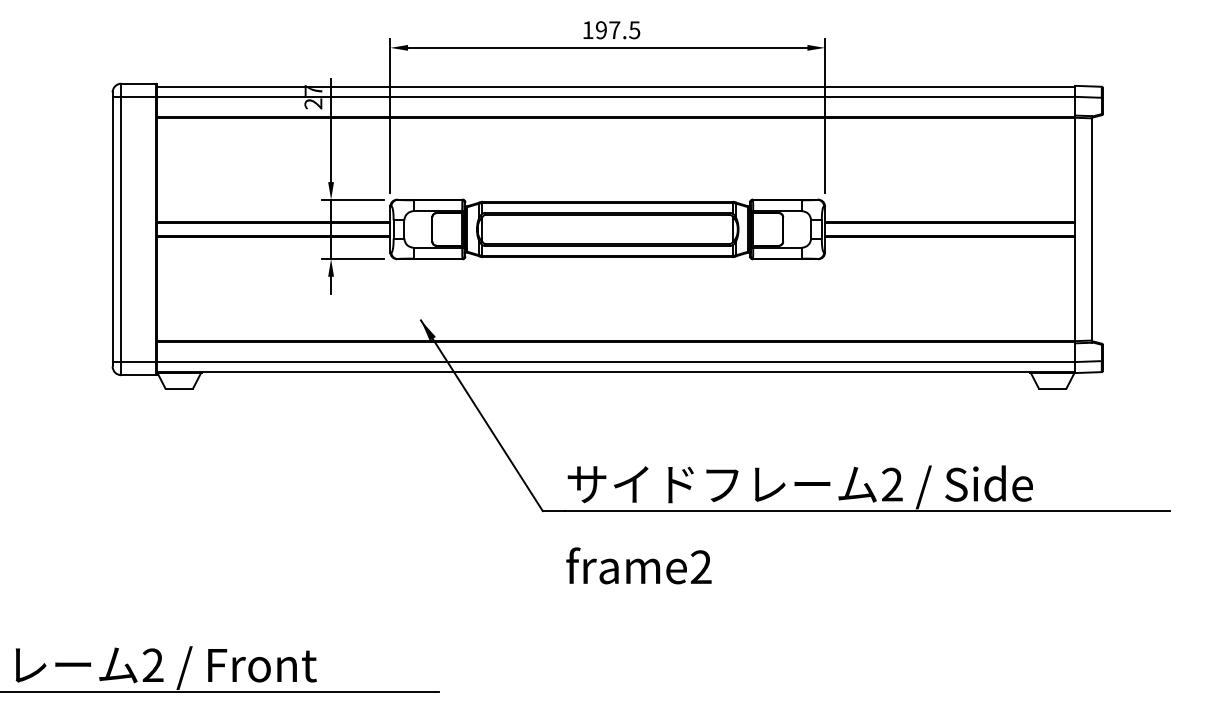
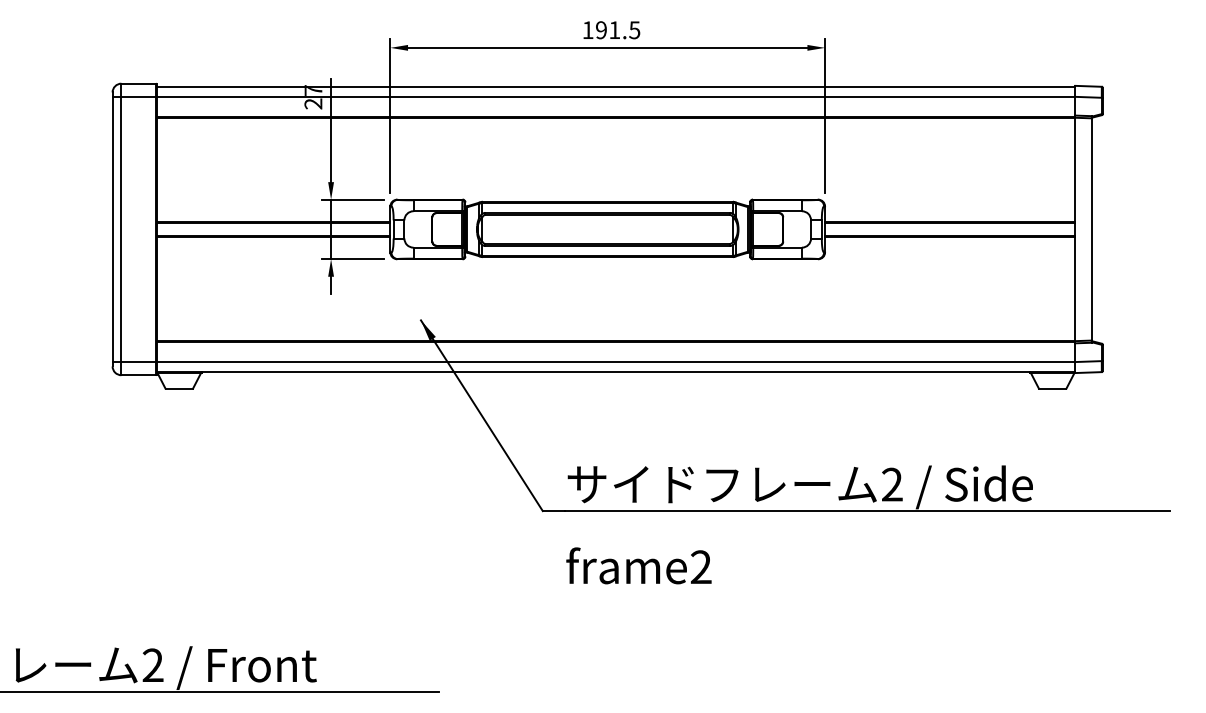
text at (614, 29): 197.5 -> 191.5
